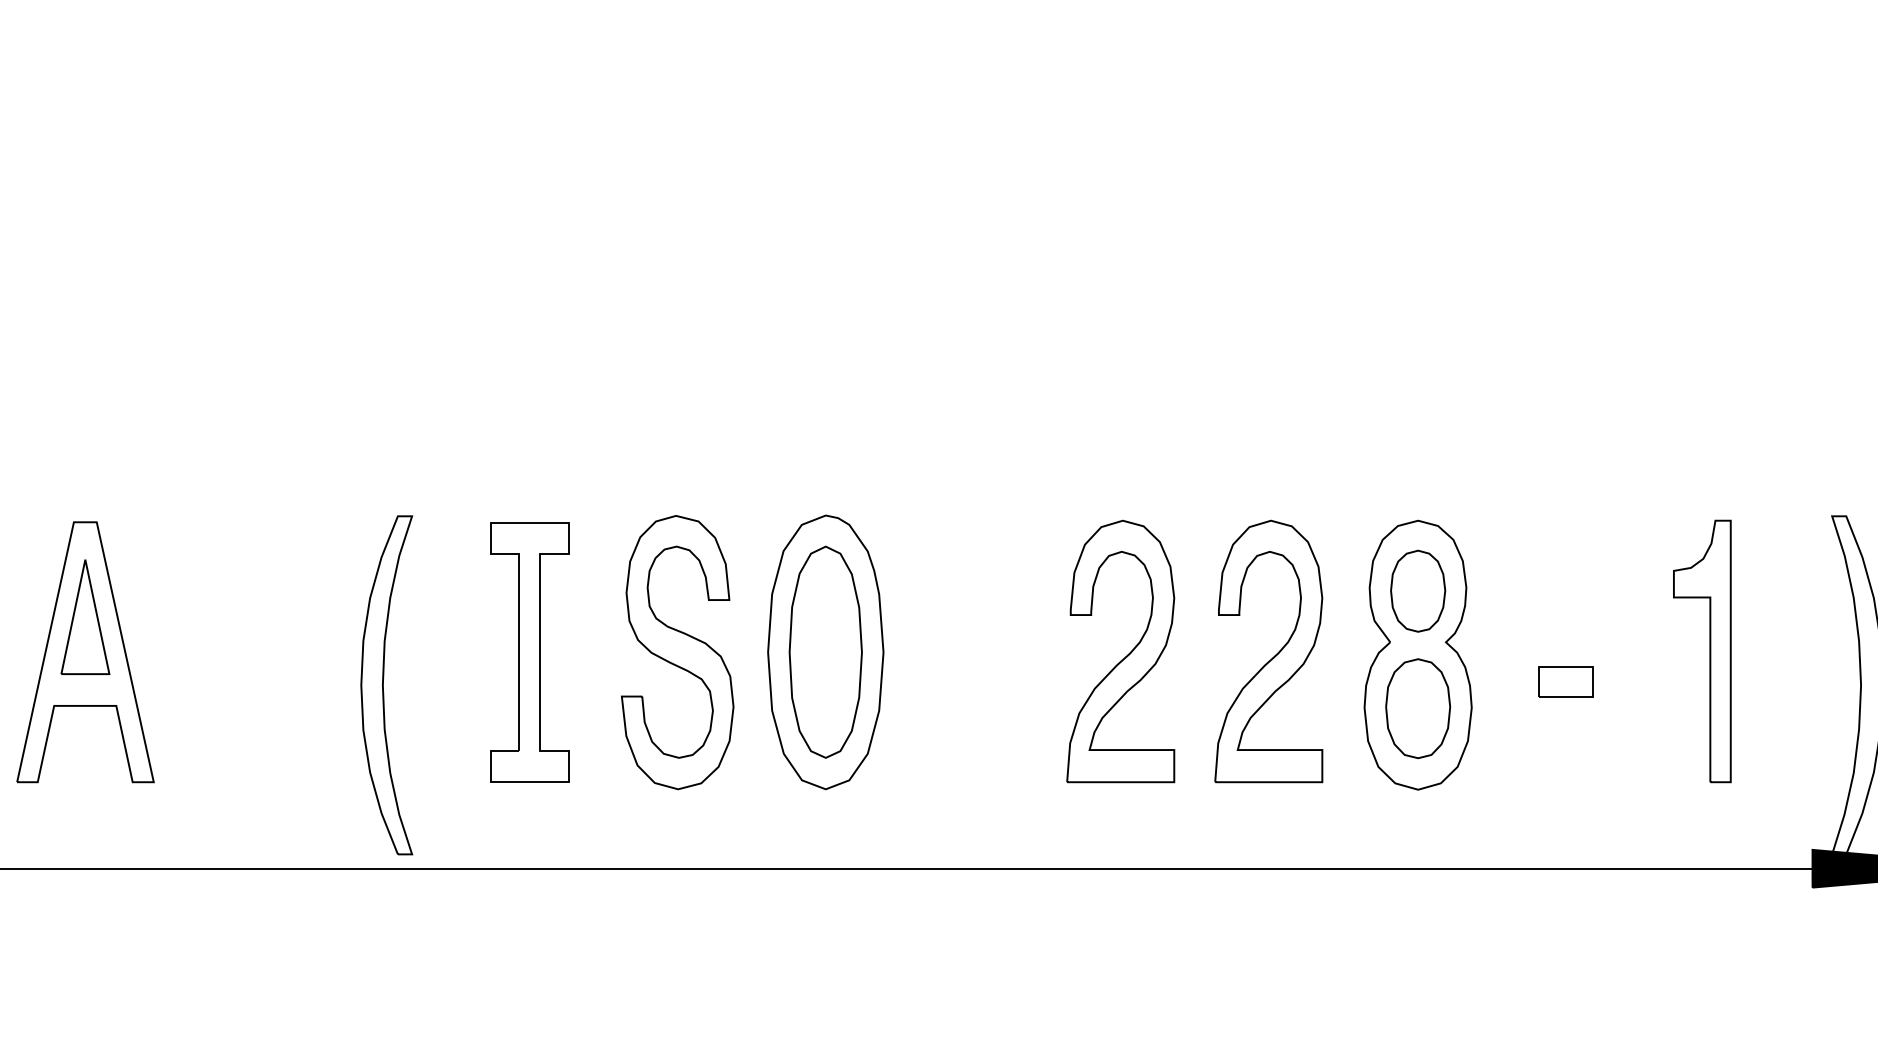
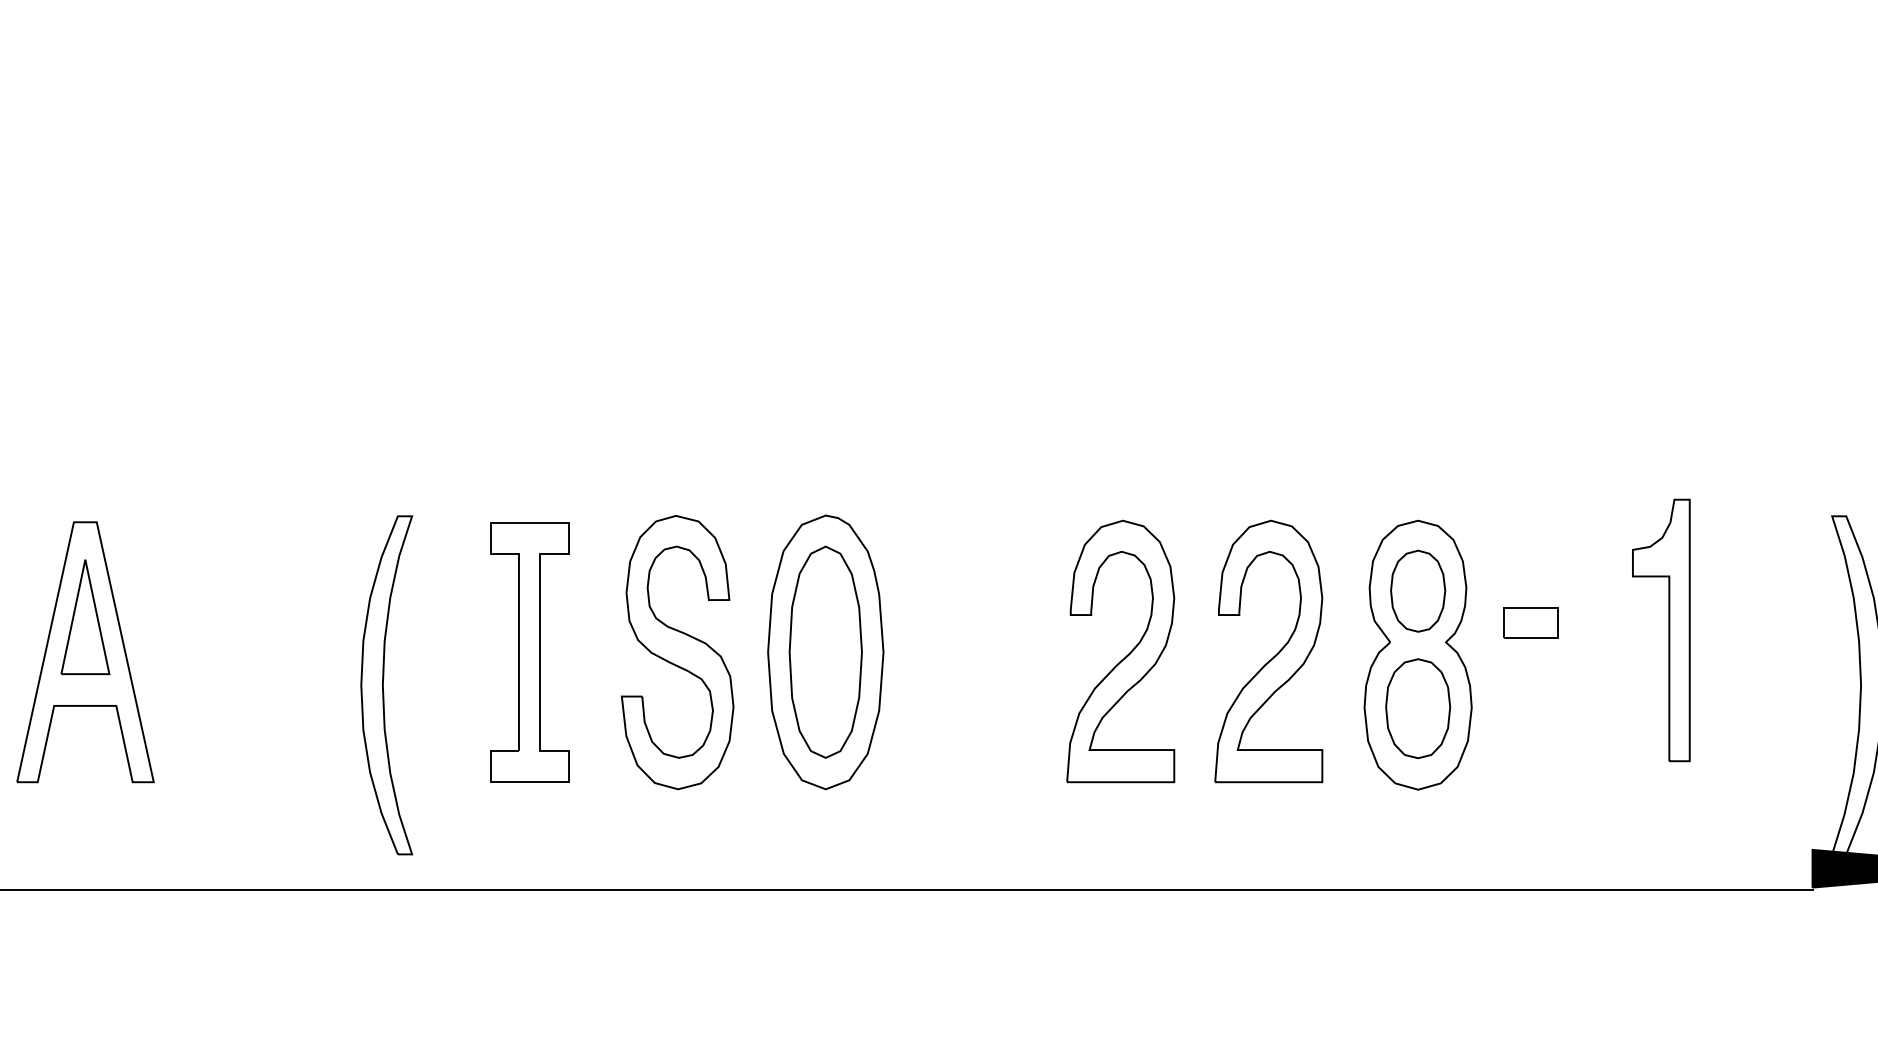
part at (1709, 651) position: (1709, 651) -> (1668, 630)
part at (1565, 681) position: (1565, 681) -> (1530, 622)
line at (907, 868) position: (907, 868) -> (907, 889)
